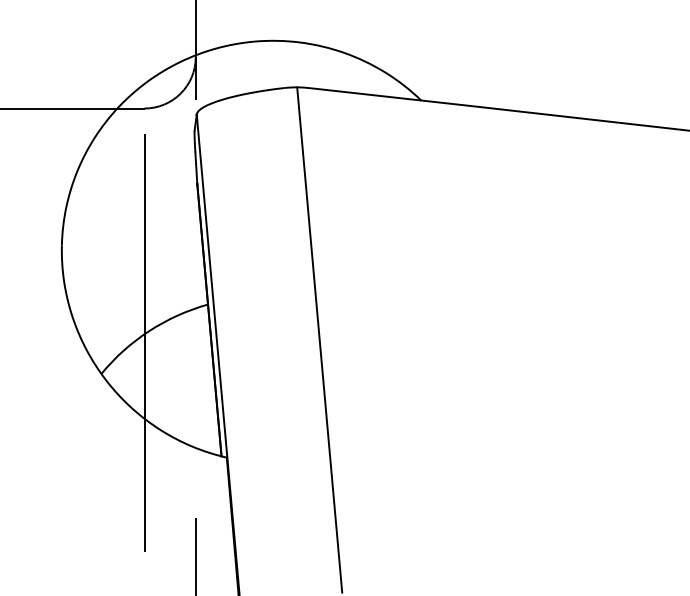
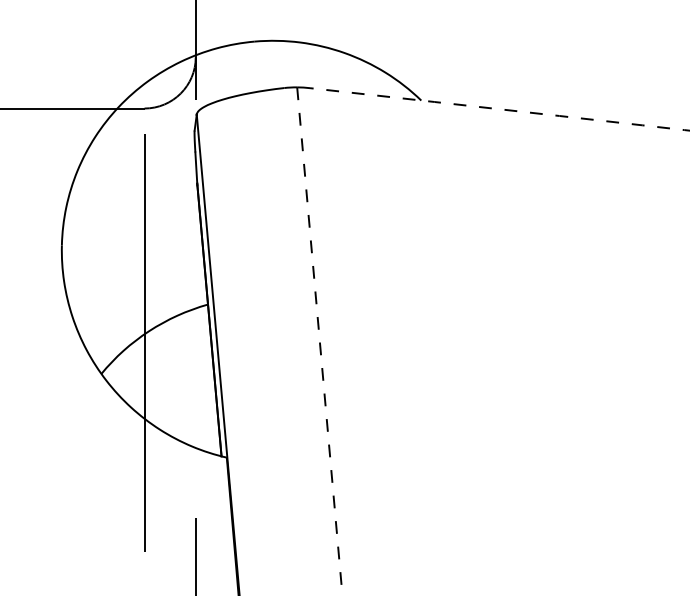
arc at (499, 109): solid -> dashed
line at (319, 340): solid -> dashed
